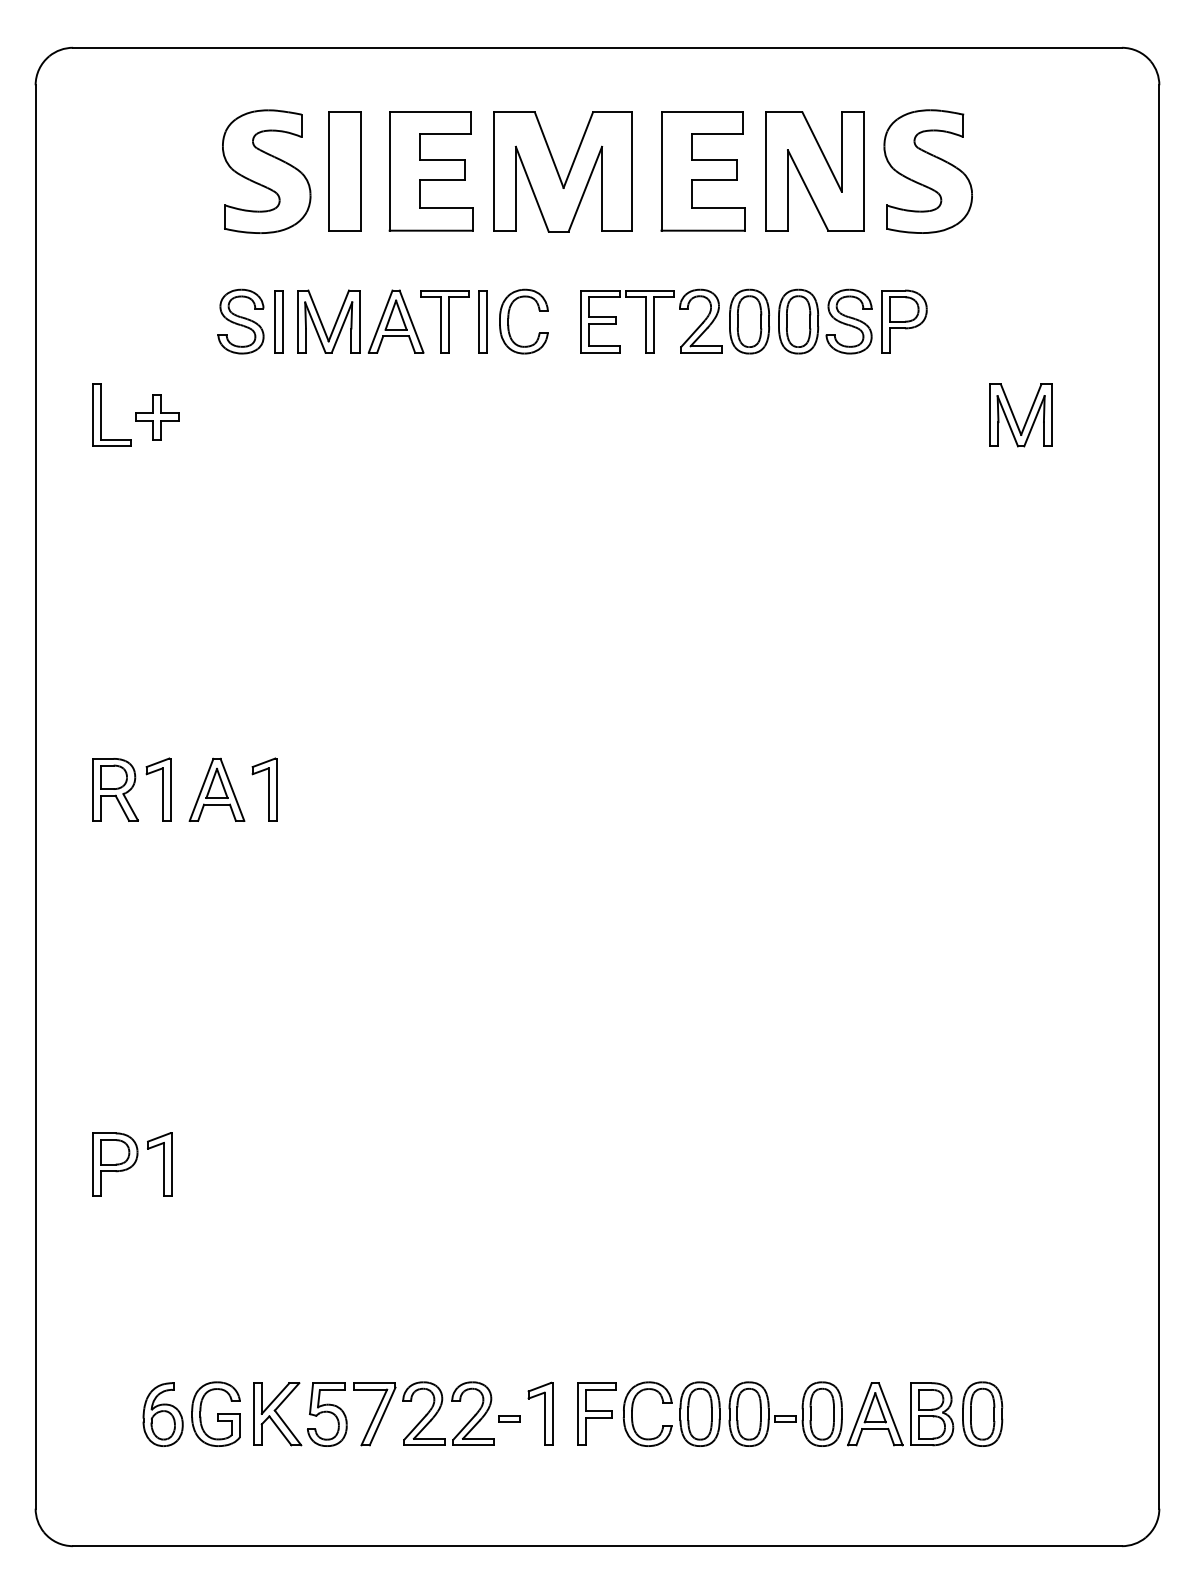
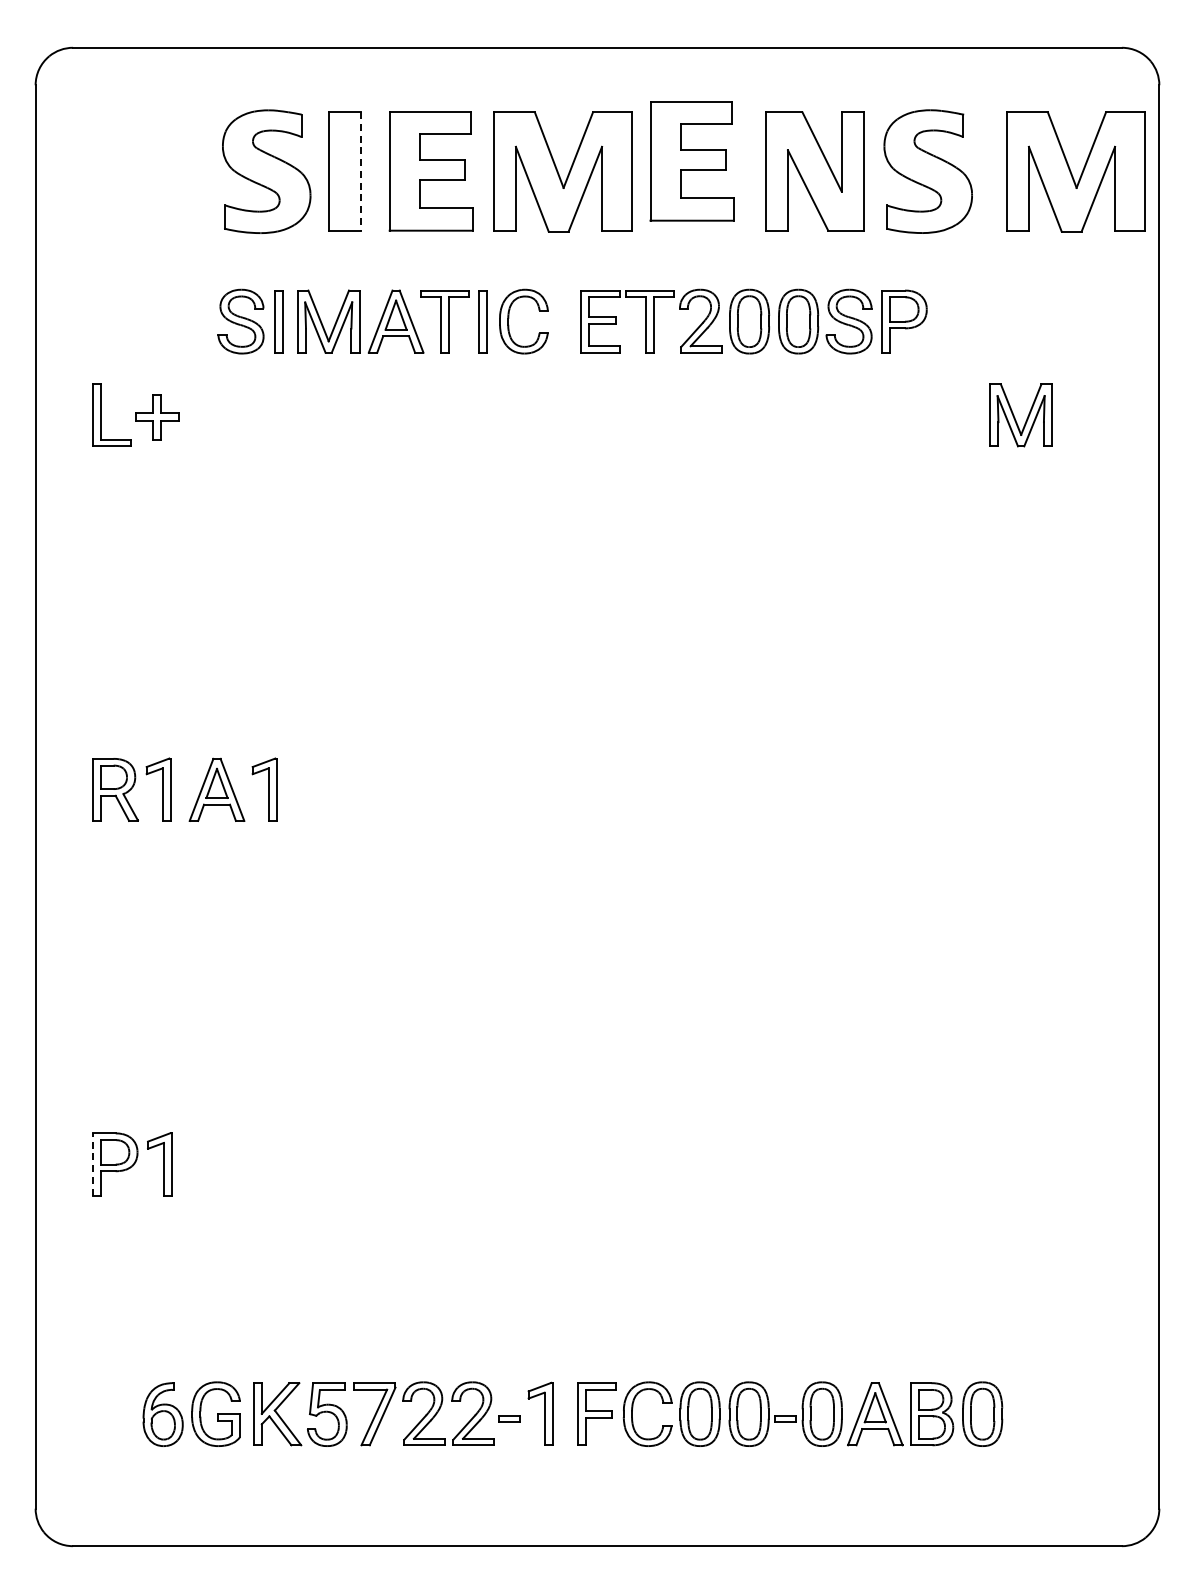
part at (702, 171) position: (702, 171) -> (691, 161)
part at (1075, 171): none -> present
line at (360, 172): solid -> dashed
line at (92, 1164): solid -> dashed
